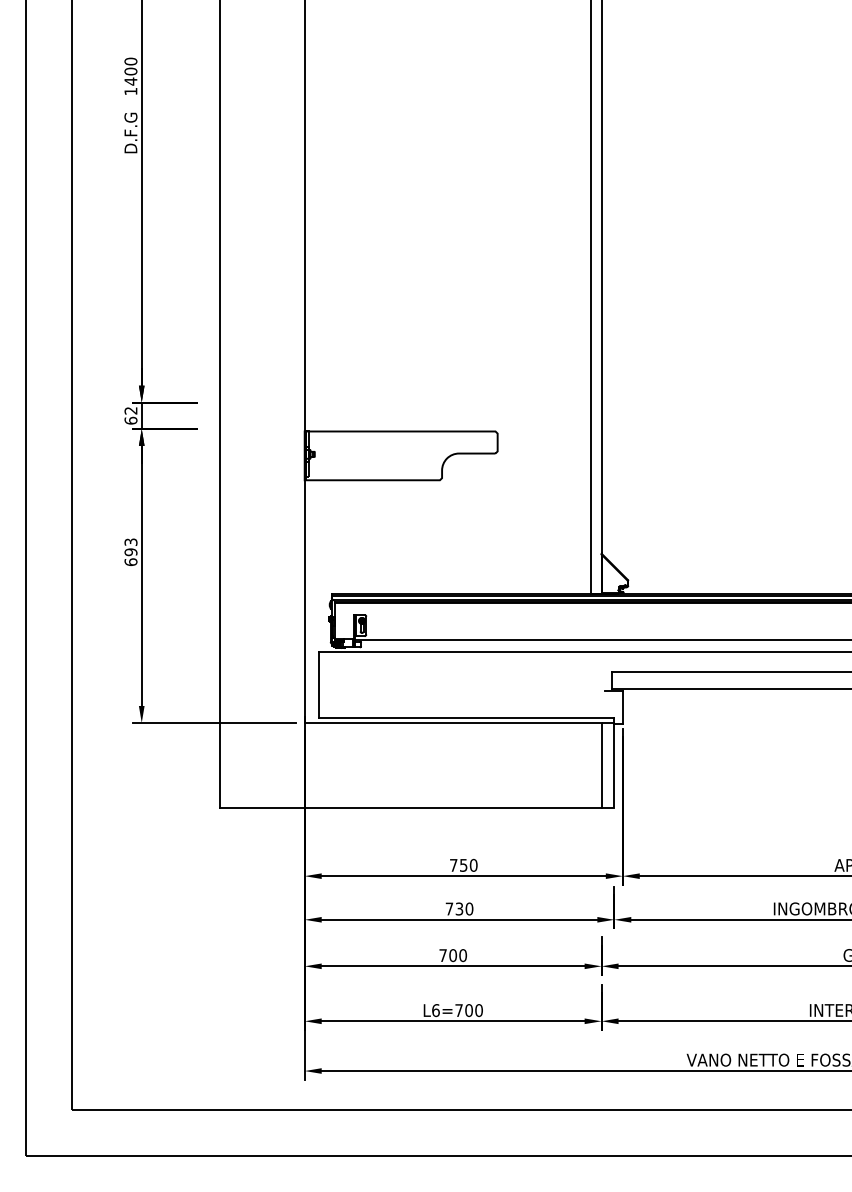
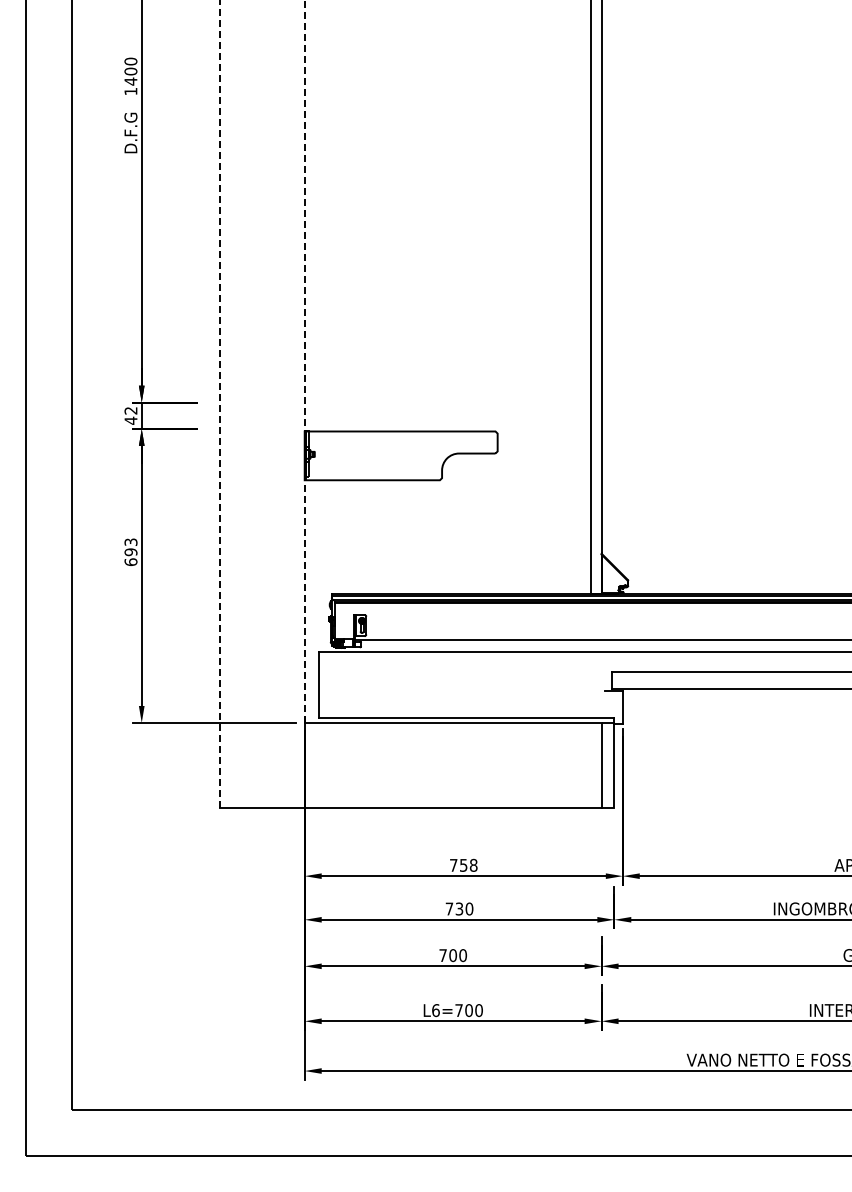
line at (304, 360): solid -> dashed
line at (219, 403): solid -> dashed
text at (130, 420): 62 -> 42
text at (473, 865): 750 -> 758
